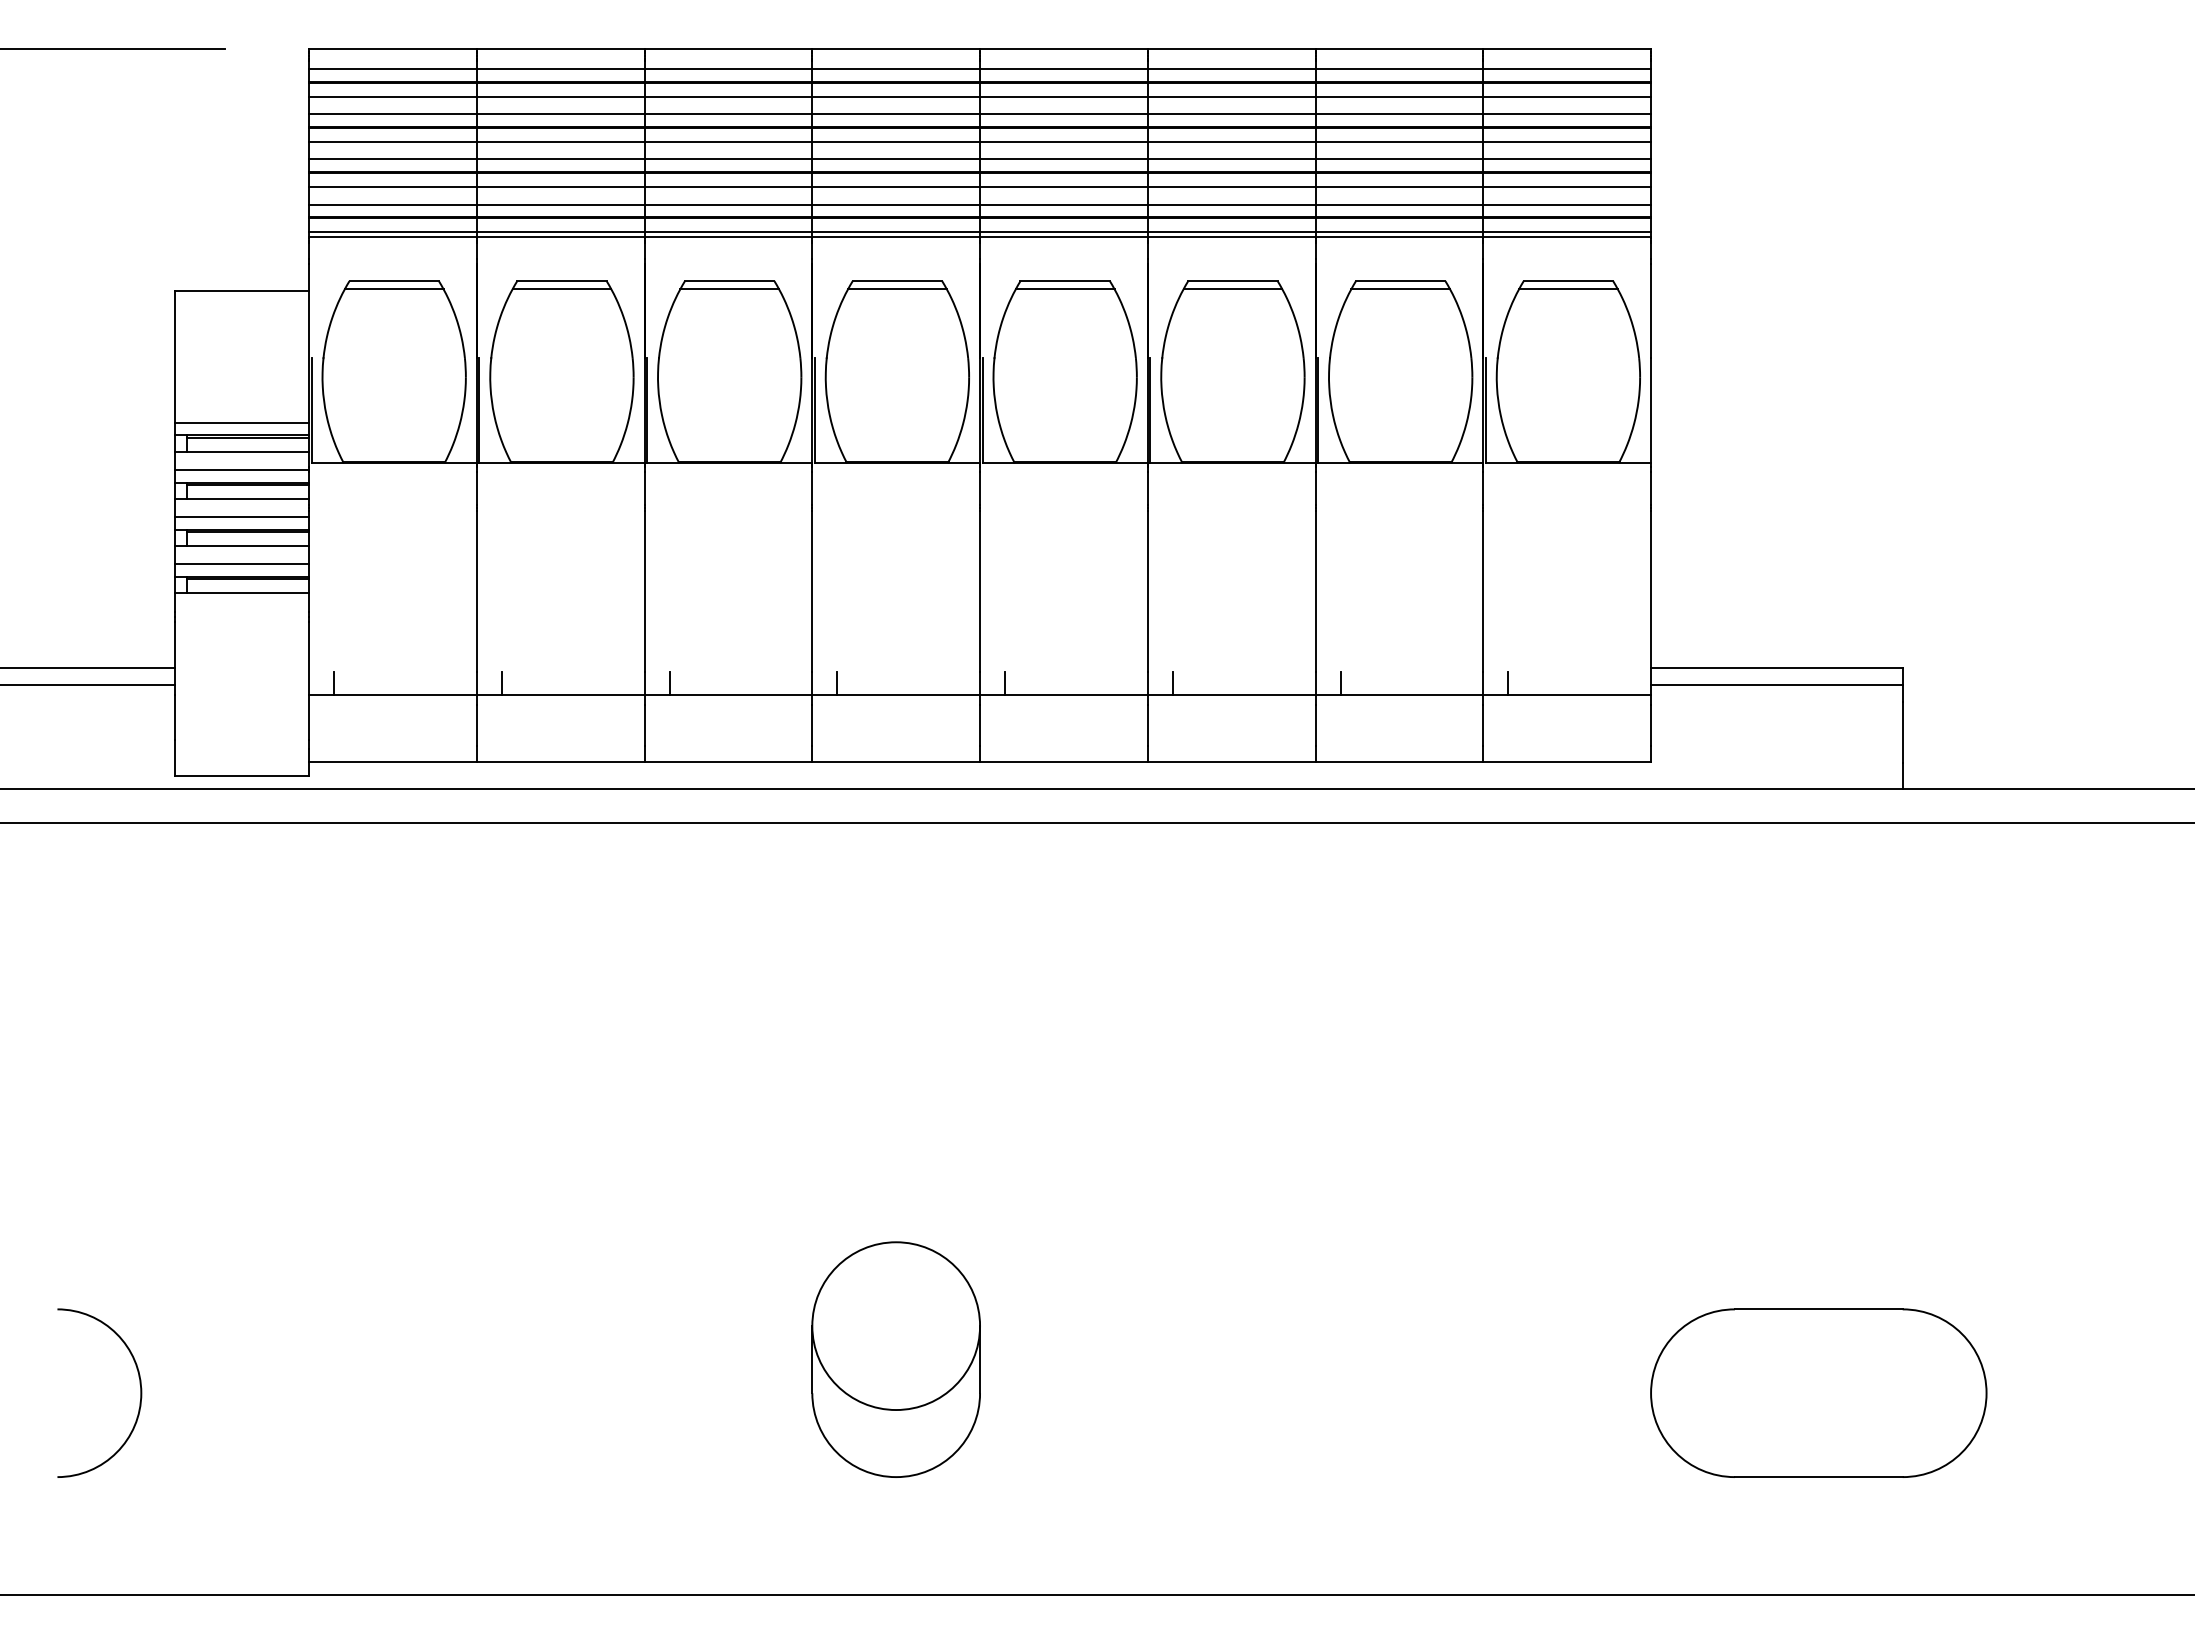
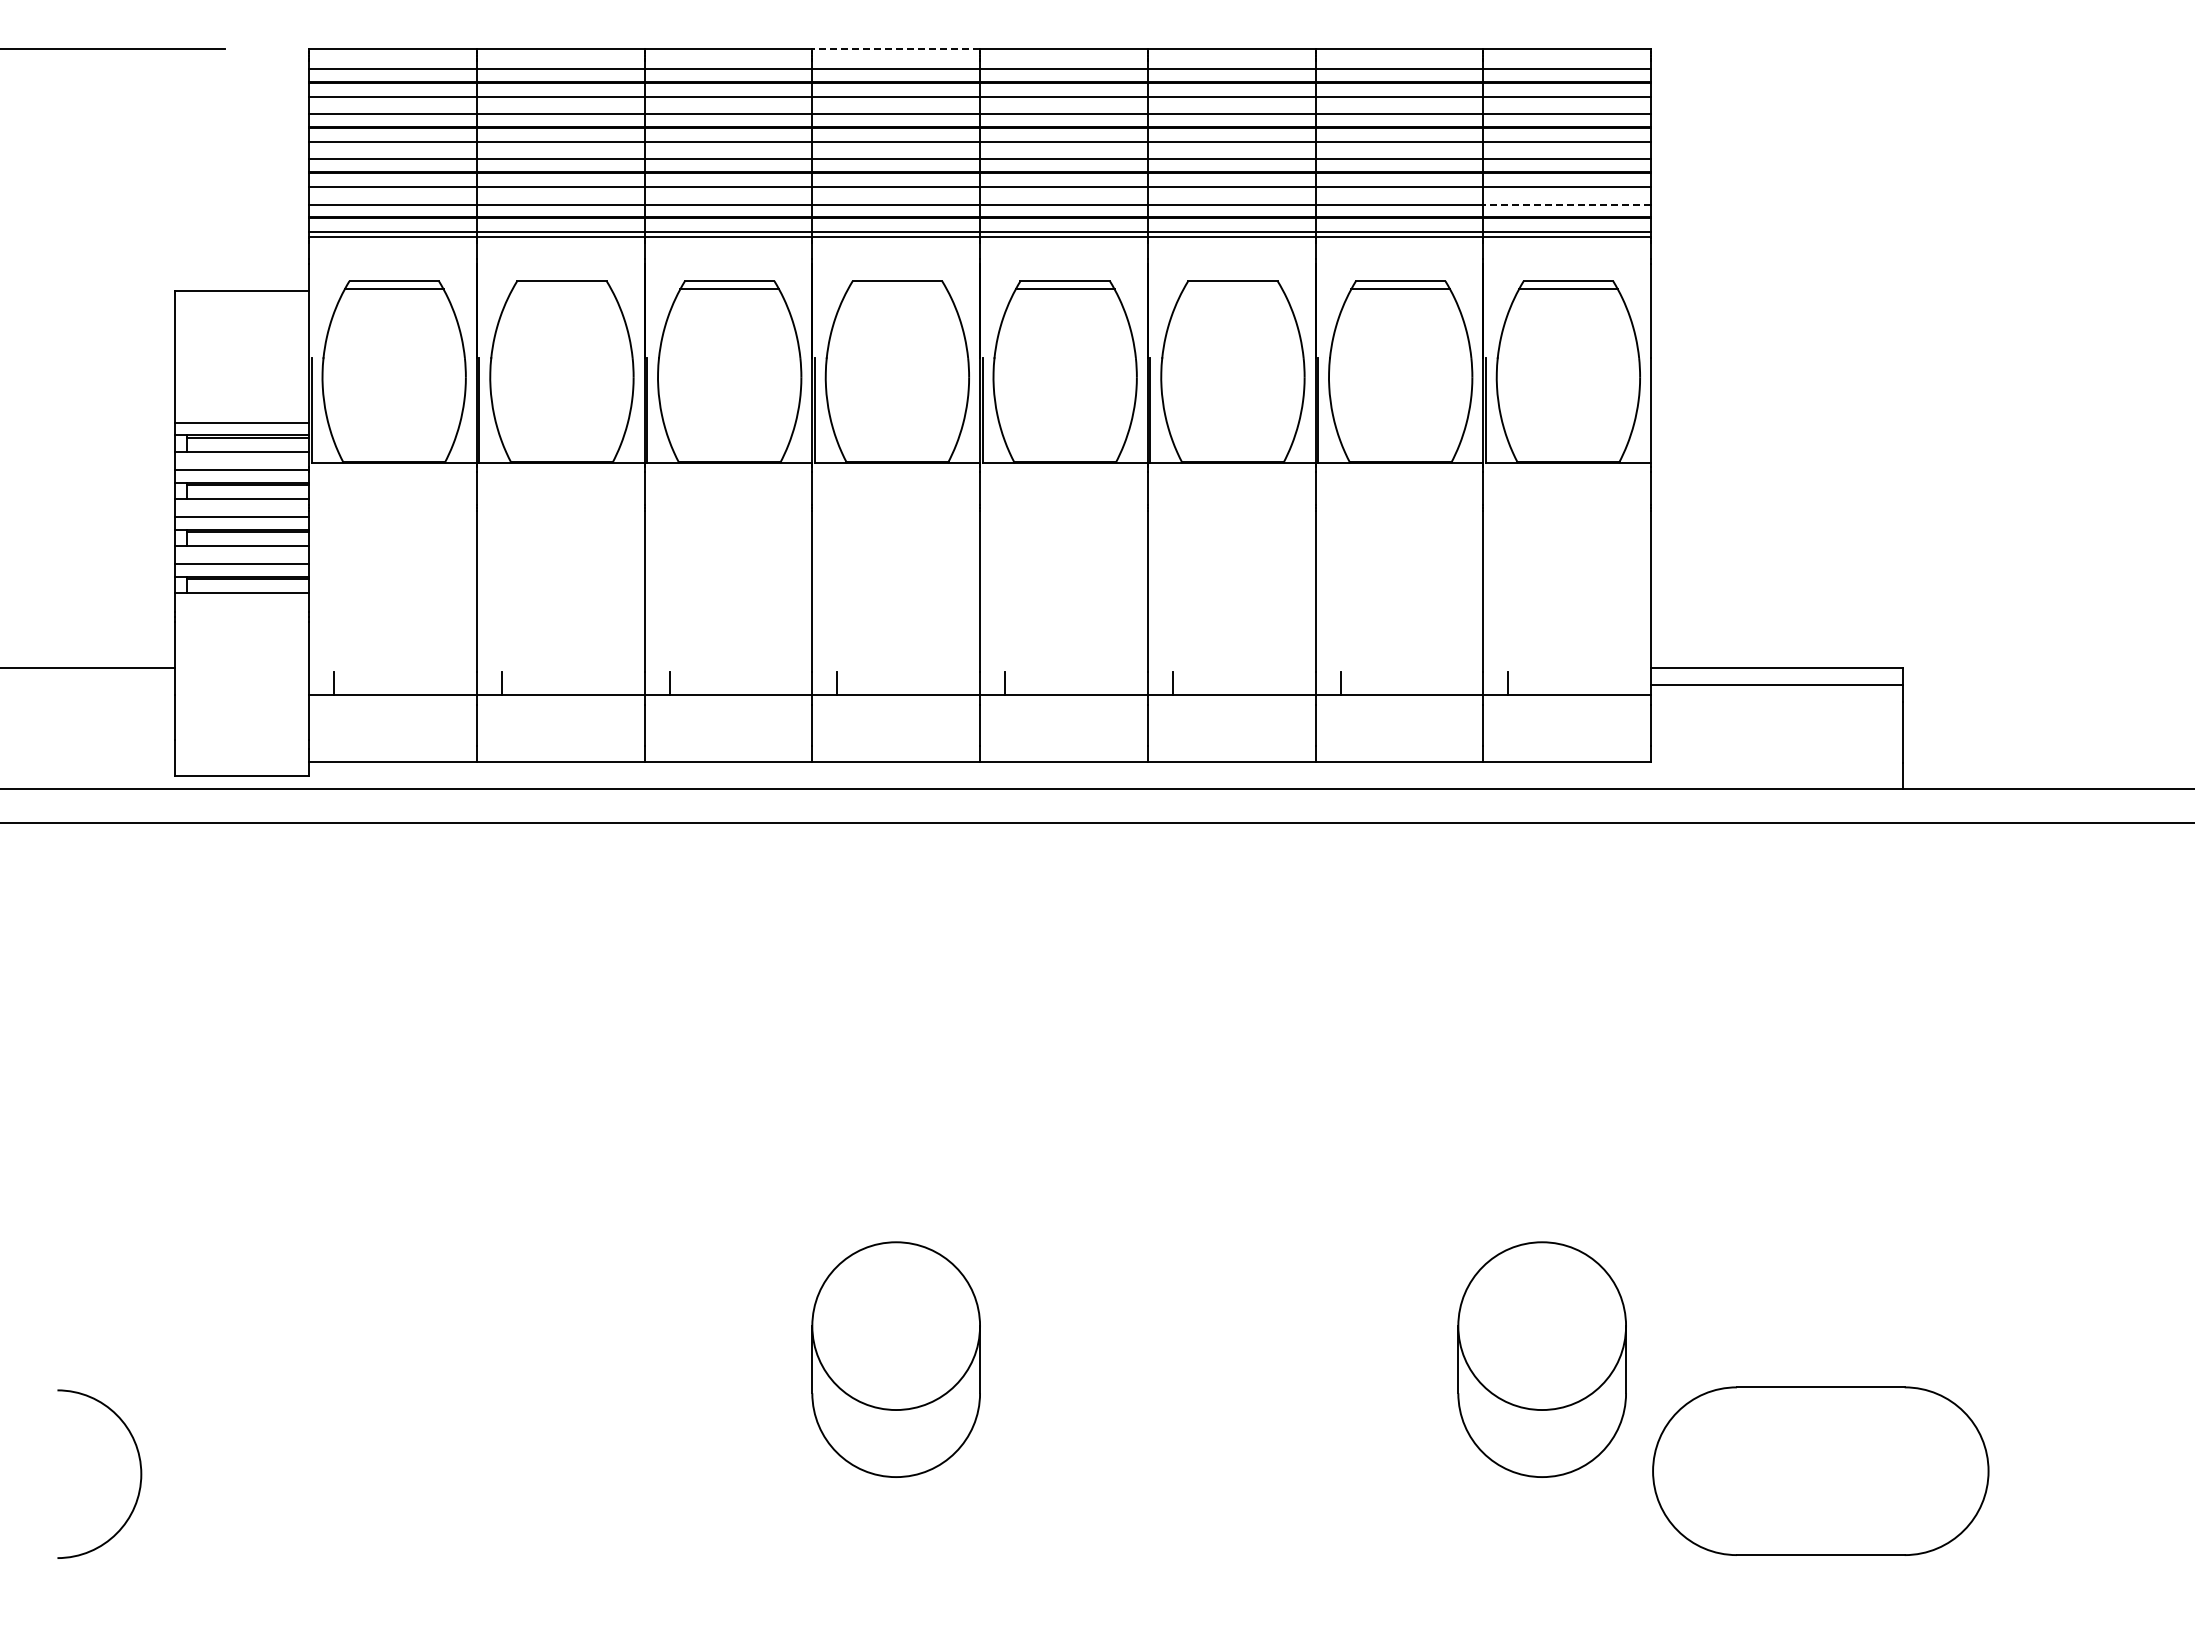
line at (896, 49): solid -> dashed
line at (1567, 204): solid -> dashed
line at (561, 289): present -> none
line at (897, 289): present -> none
line at (1232, 289): present -> none
line at (88, 685): present -> none
part at (1541, 1359): none -> present
arc at (139, 1384) position: (139, 1384) -> (139, 1465)
part at (1818, 1392) position: (1818, 1392) -> (1820, 1470)
line at (1096, 1594): present -> none
